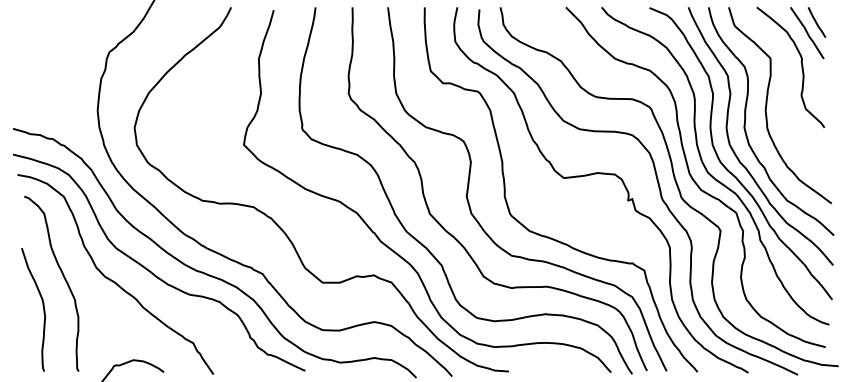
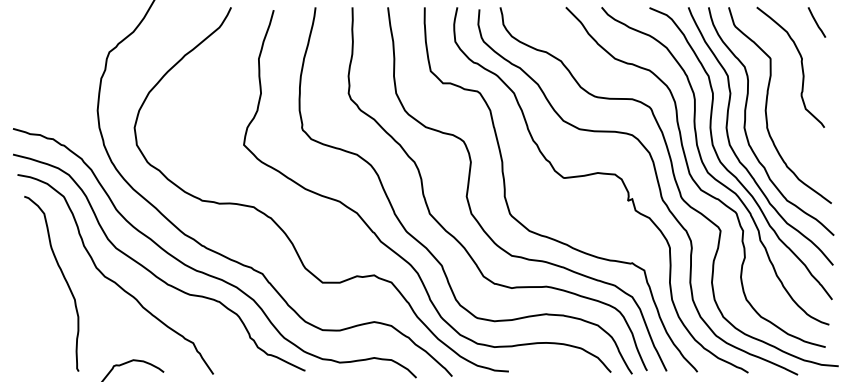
line at (807, 33): present -> none
curve at (42, 306): present -> none
